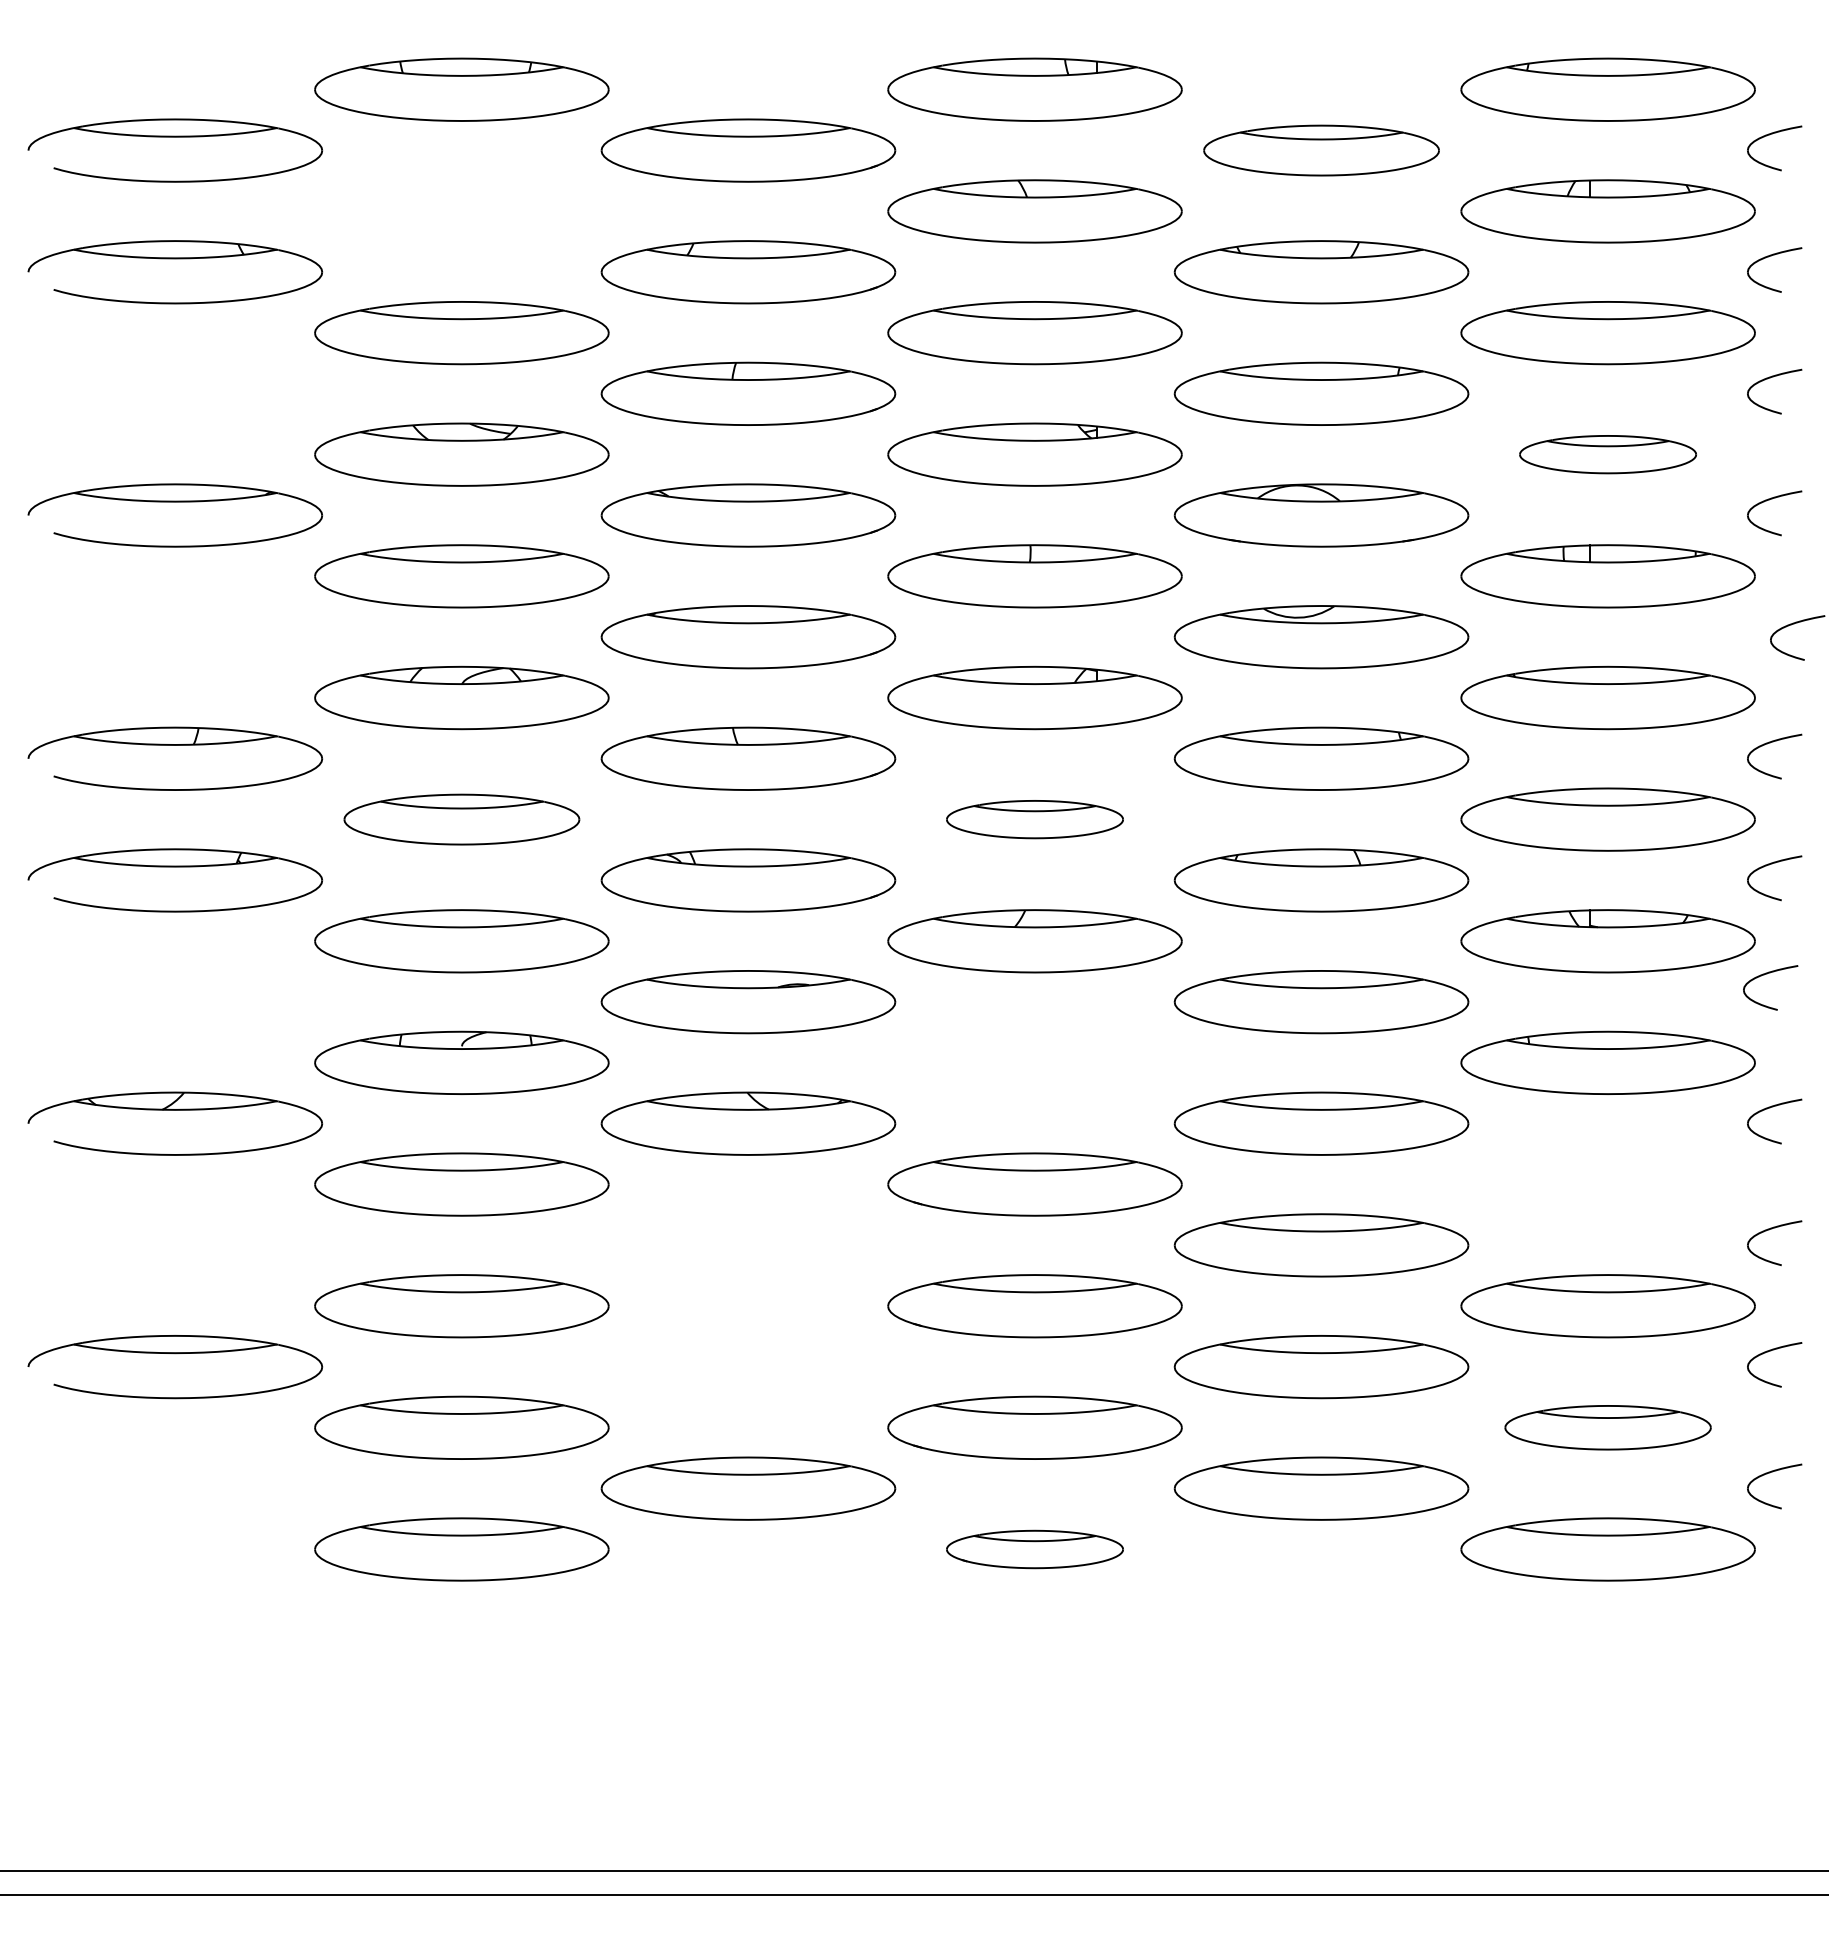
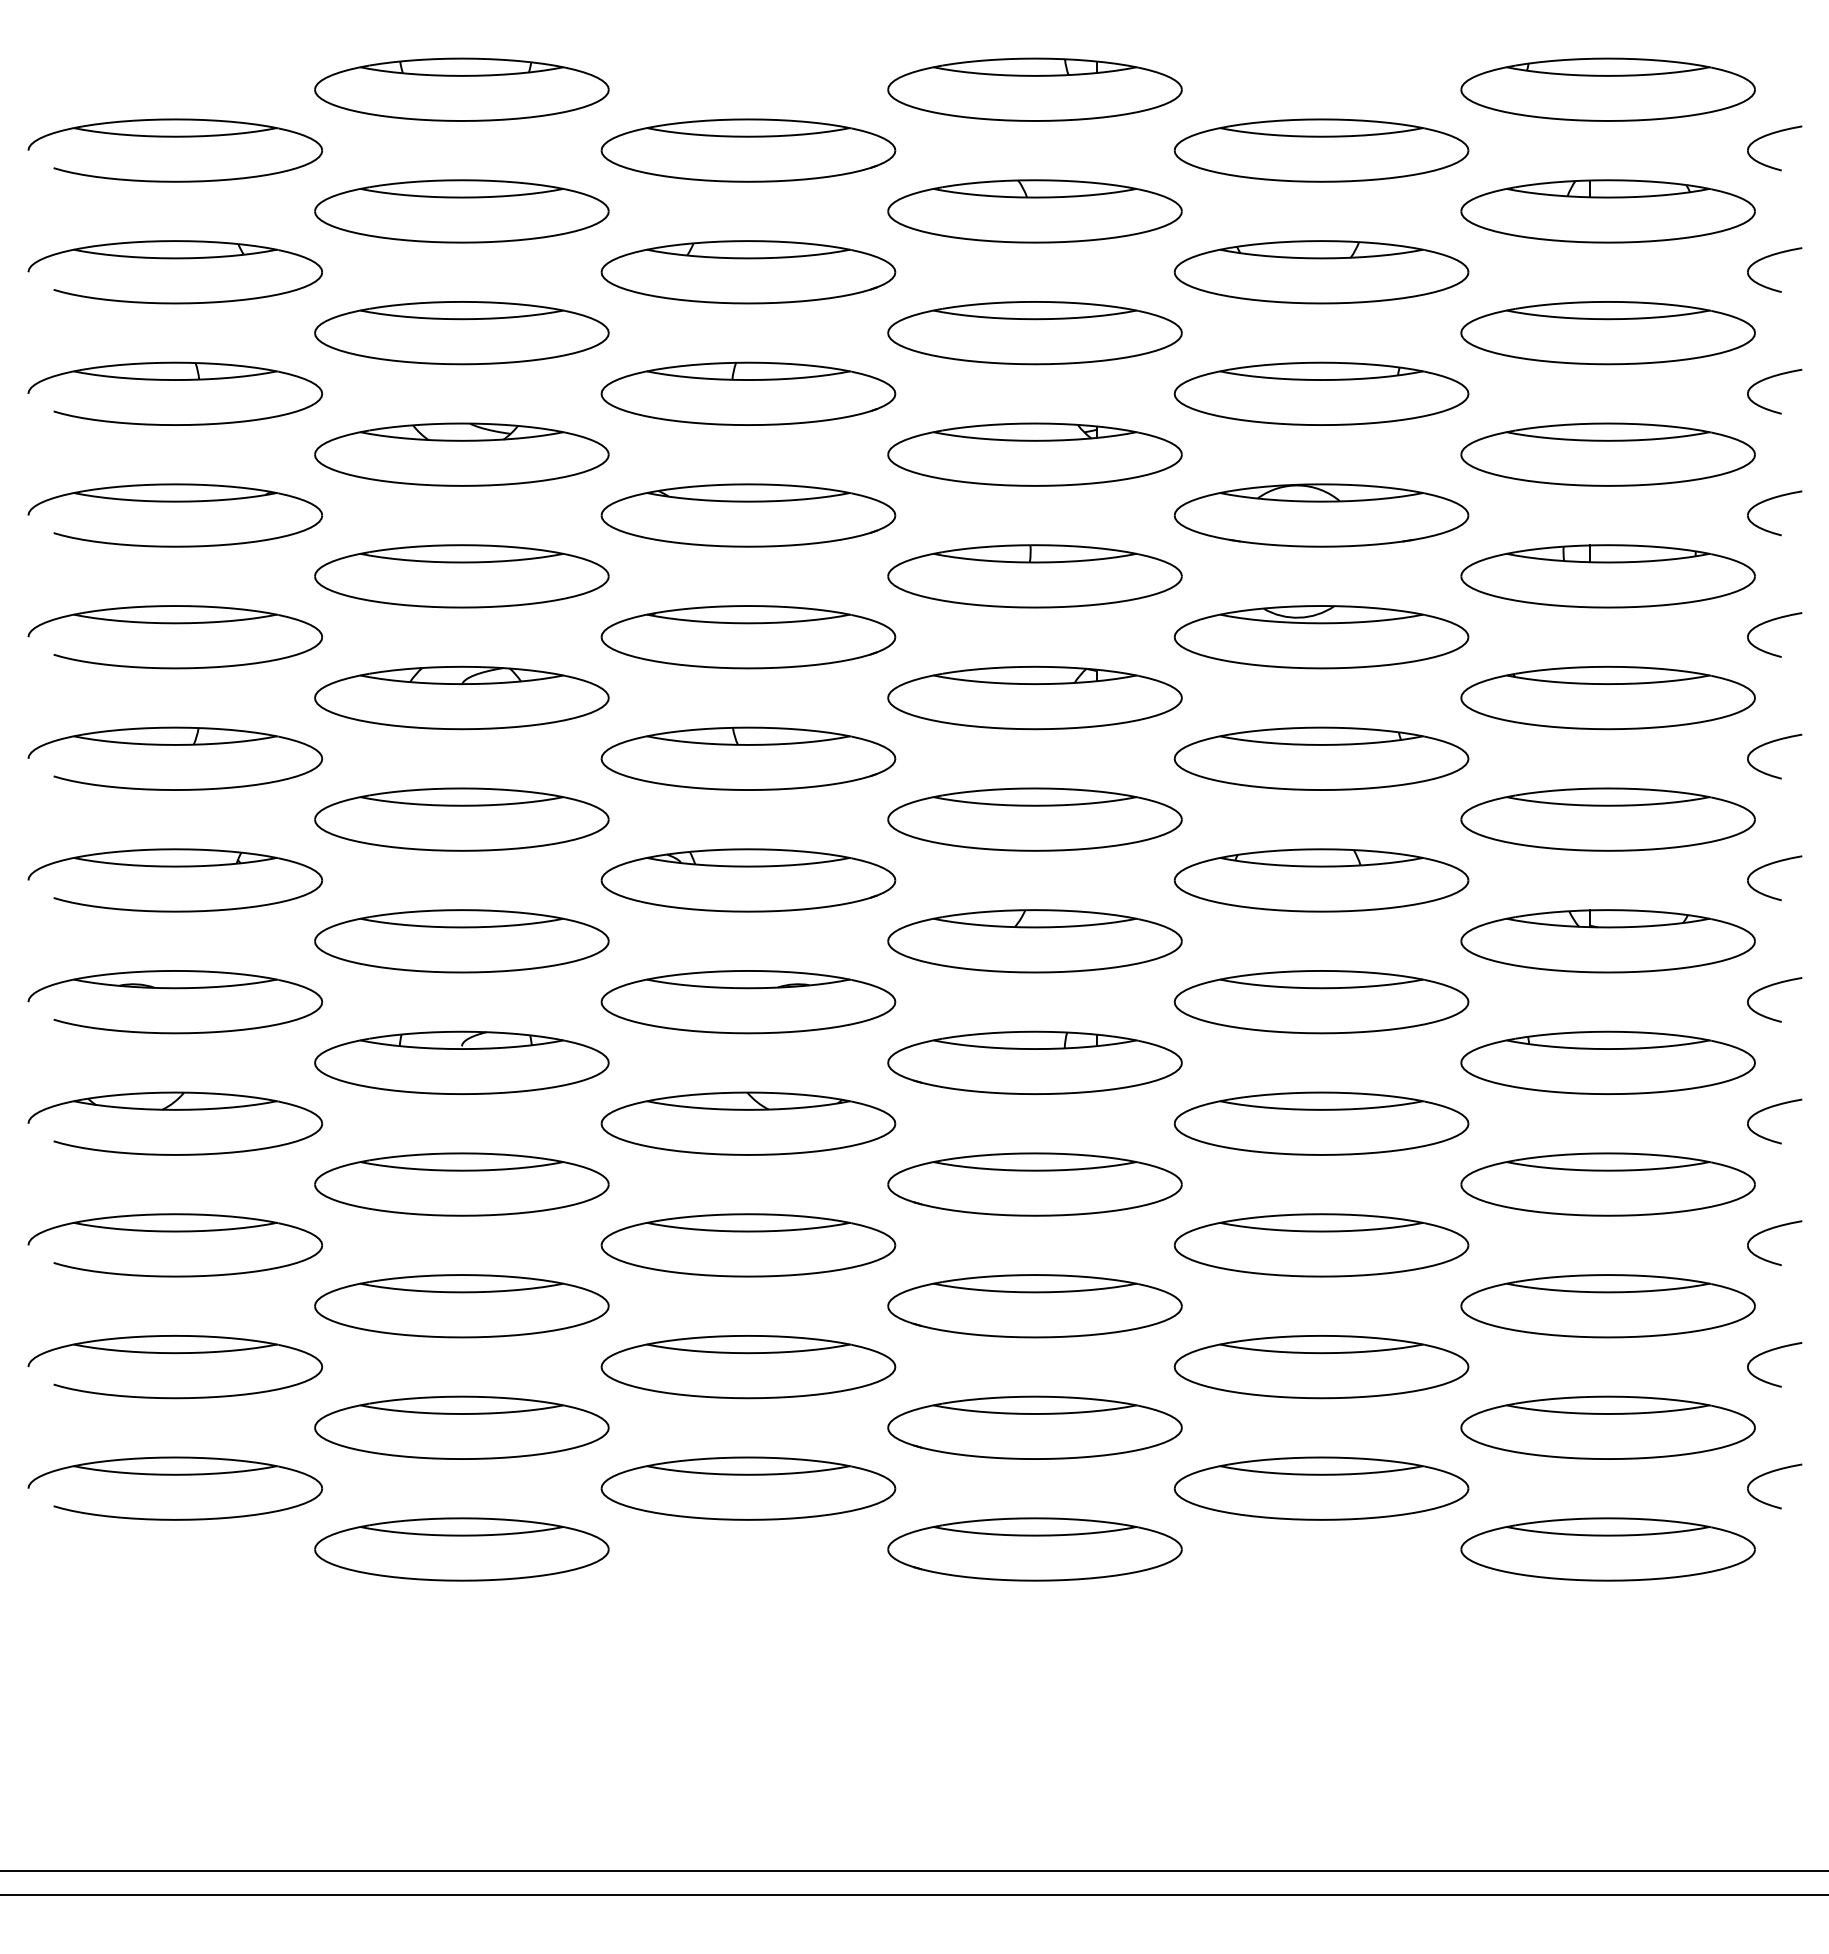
part at (1321, 150) size: 237x53 px -> 297x65 px
part at (461, 211): none -> present
part at (175, 380): none -> present
part at (1607, 454) size: 178x40 px -> 296x65 px
part at (175, 624): none -> present
part at (1794, 624) position: (1794, 624) -> (1771, 621)
part at (461, 819) size: 238x53 px -> 296x65 px
part at (1034, 819) size: 178x40 px -> 296x65 px
part at (1767, 974) position: (1767, 974) -> (1771, 986)
part at (175, 989): none -> present
part at (1034, 1062): none -> present
part at (1607, 1184): none -> present
part at (175, 1232): none -> present
part at (748, 1245): none -> present
part at (748, 1367): none -> present
part at (1607, 1427) size: 208x46 px -> 296x65 px
part at (175, 1475): none -> present
part at (1034, 1549) size: 178x41 px -> 296x65 px
